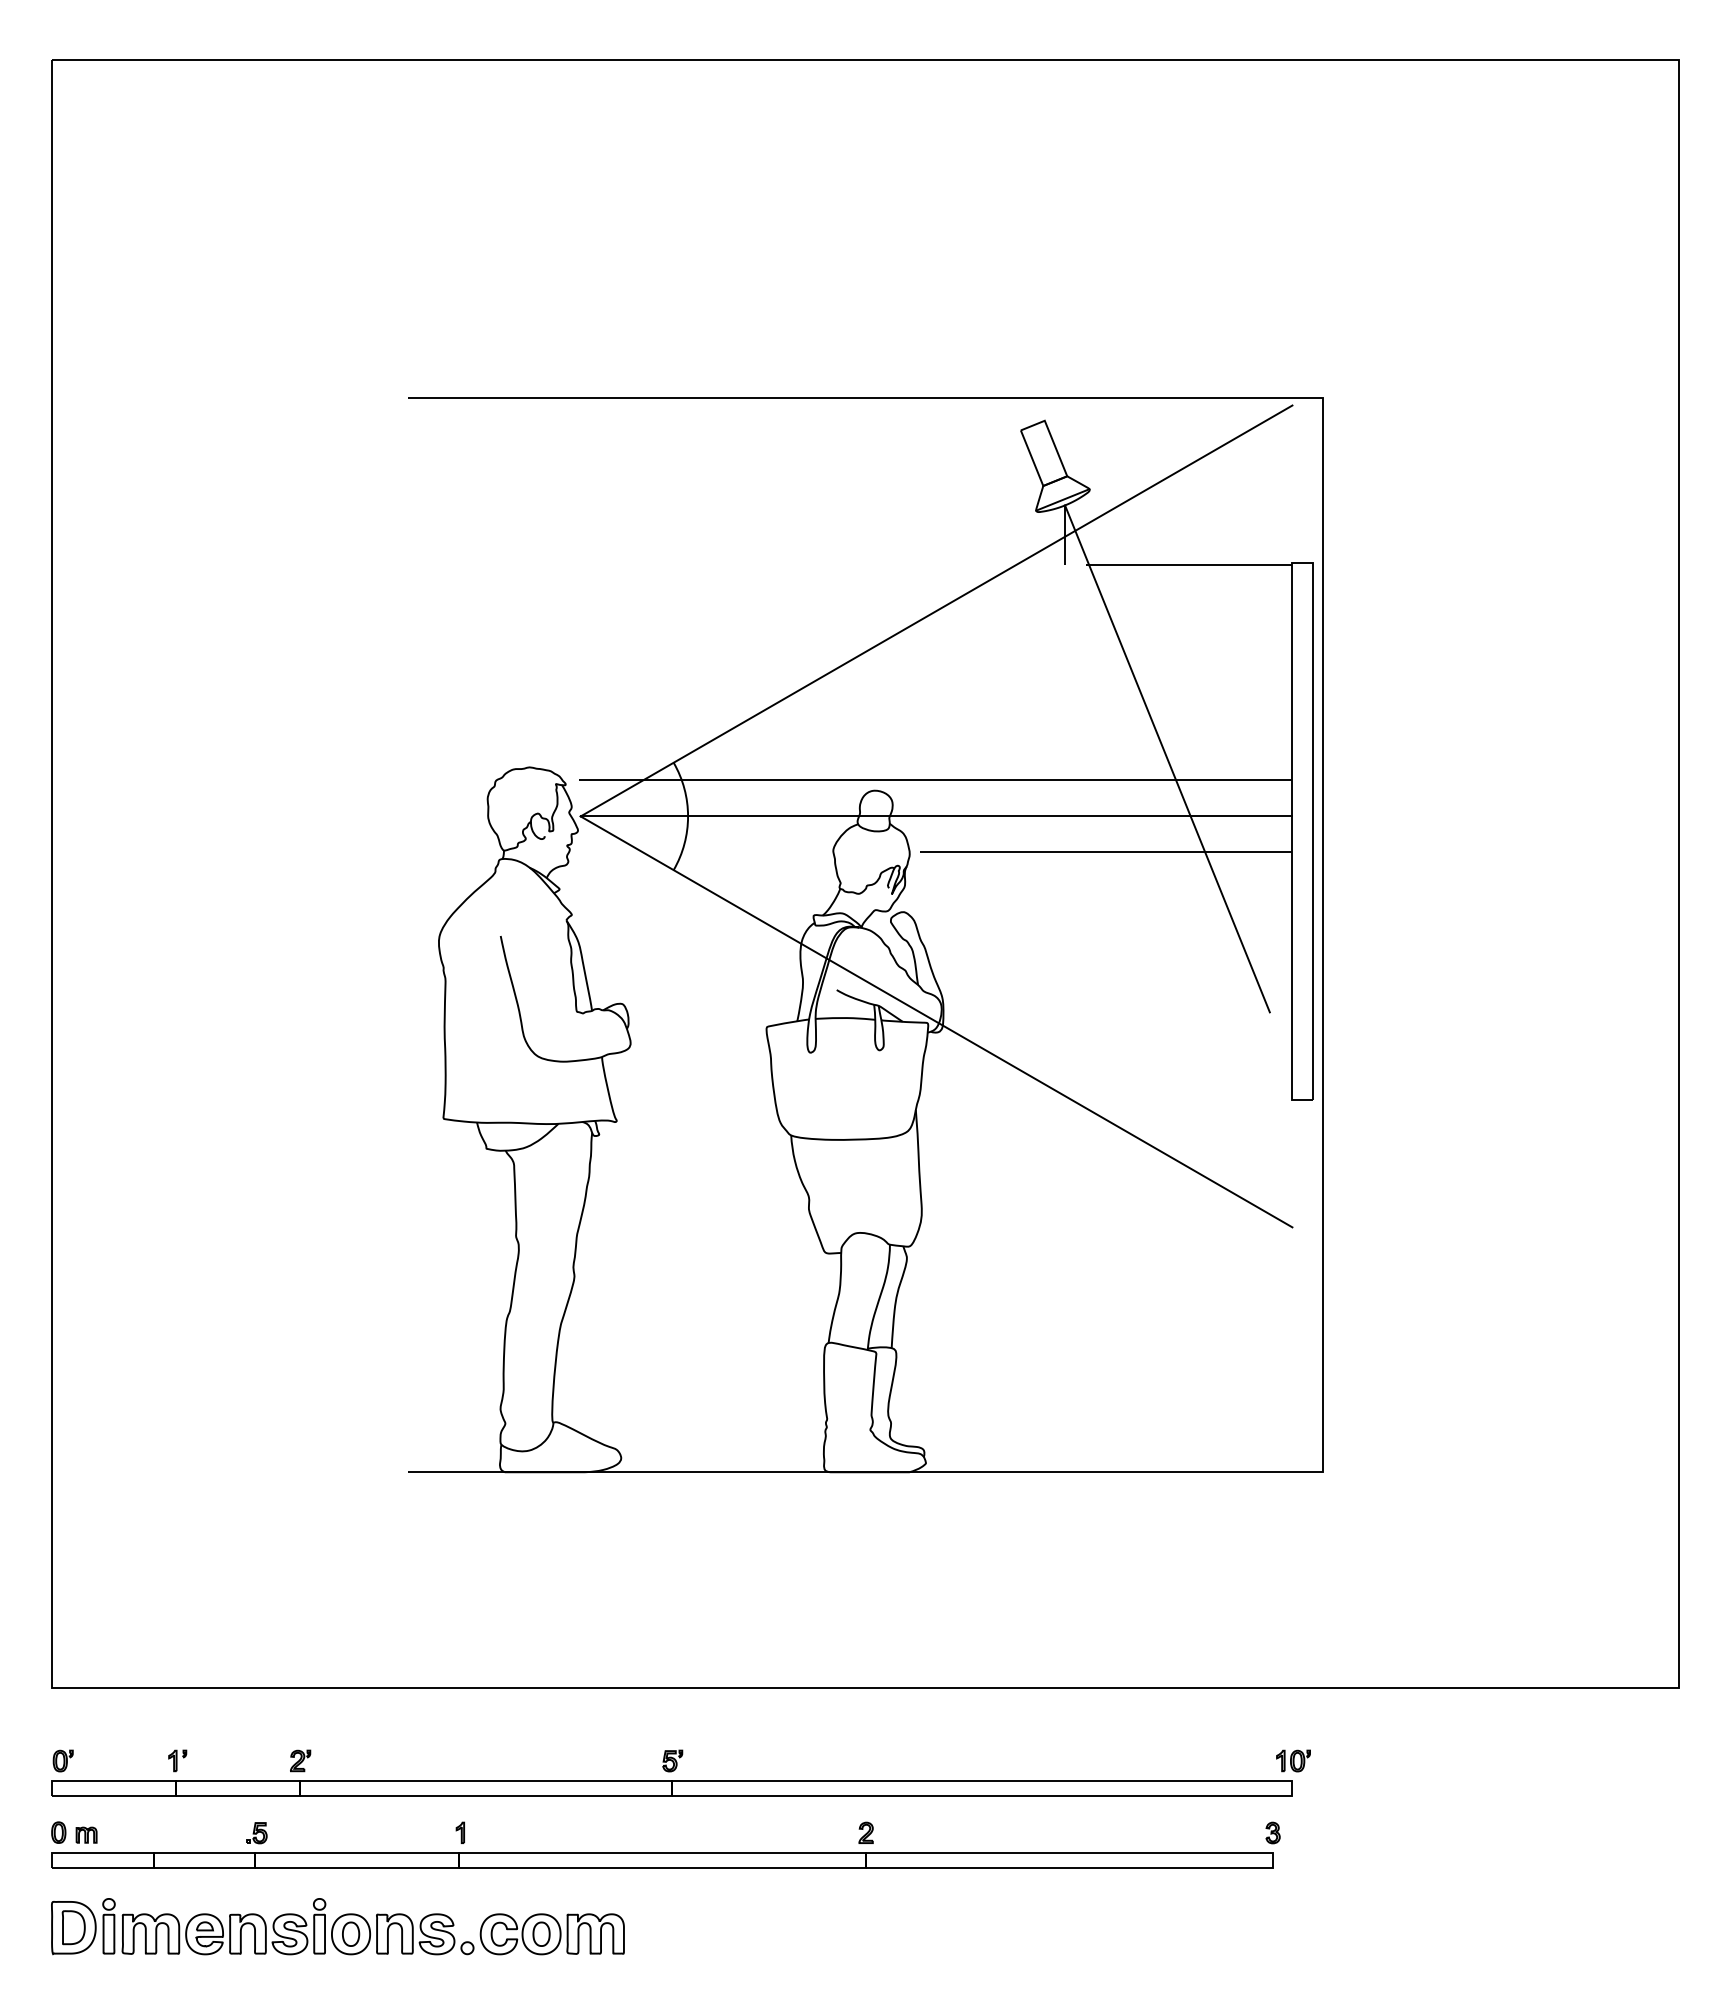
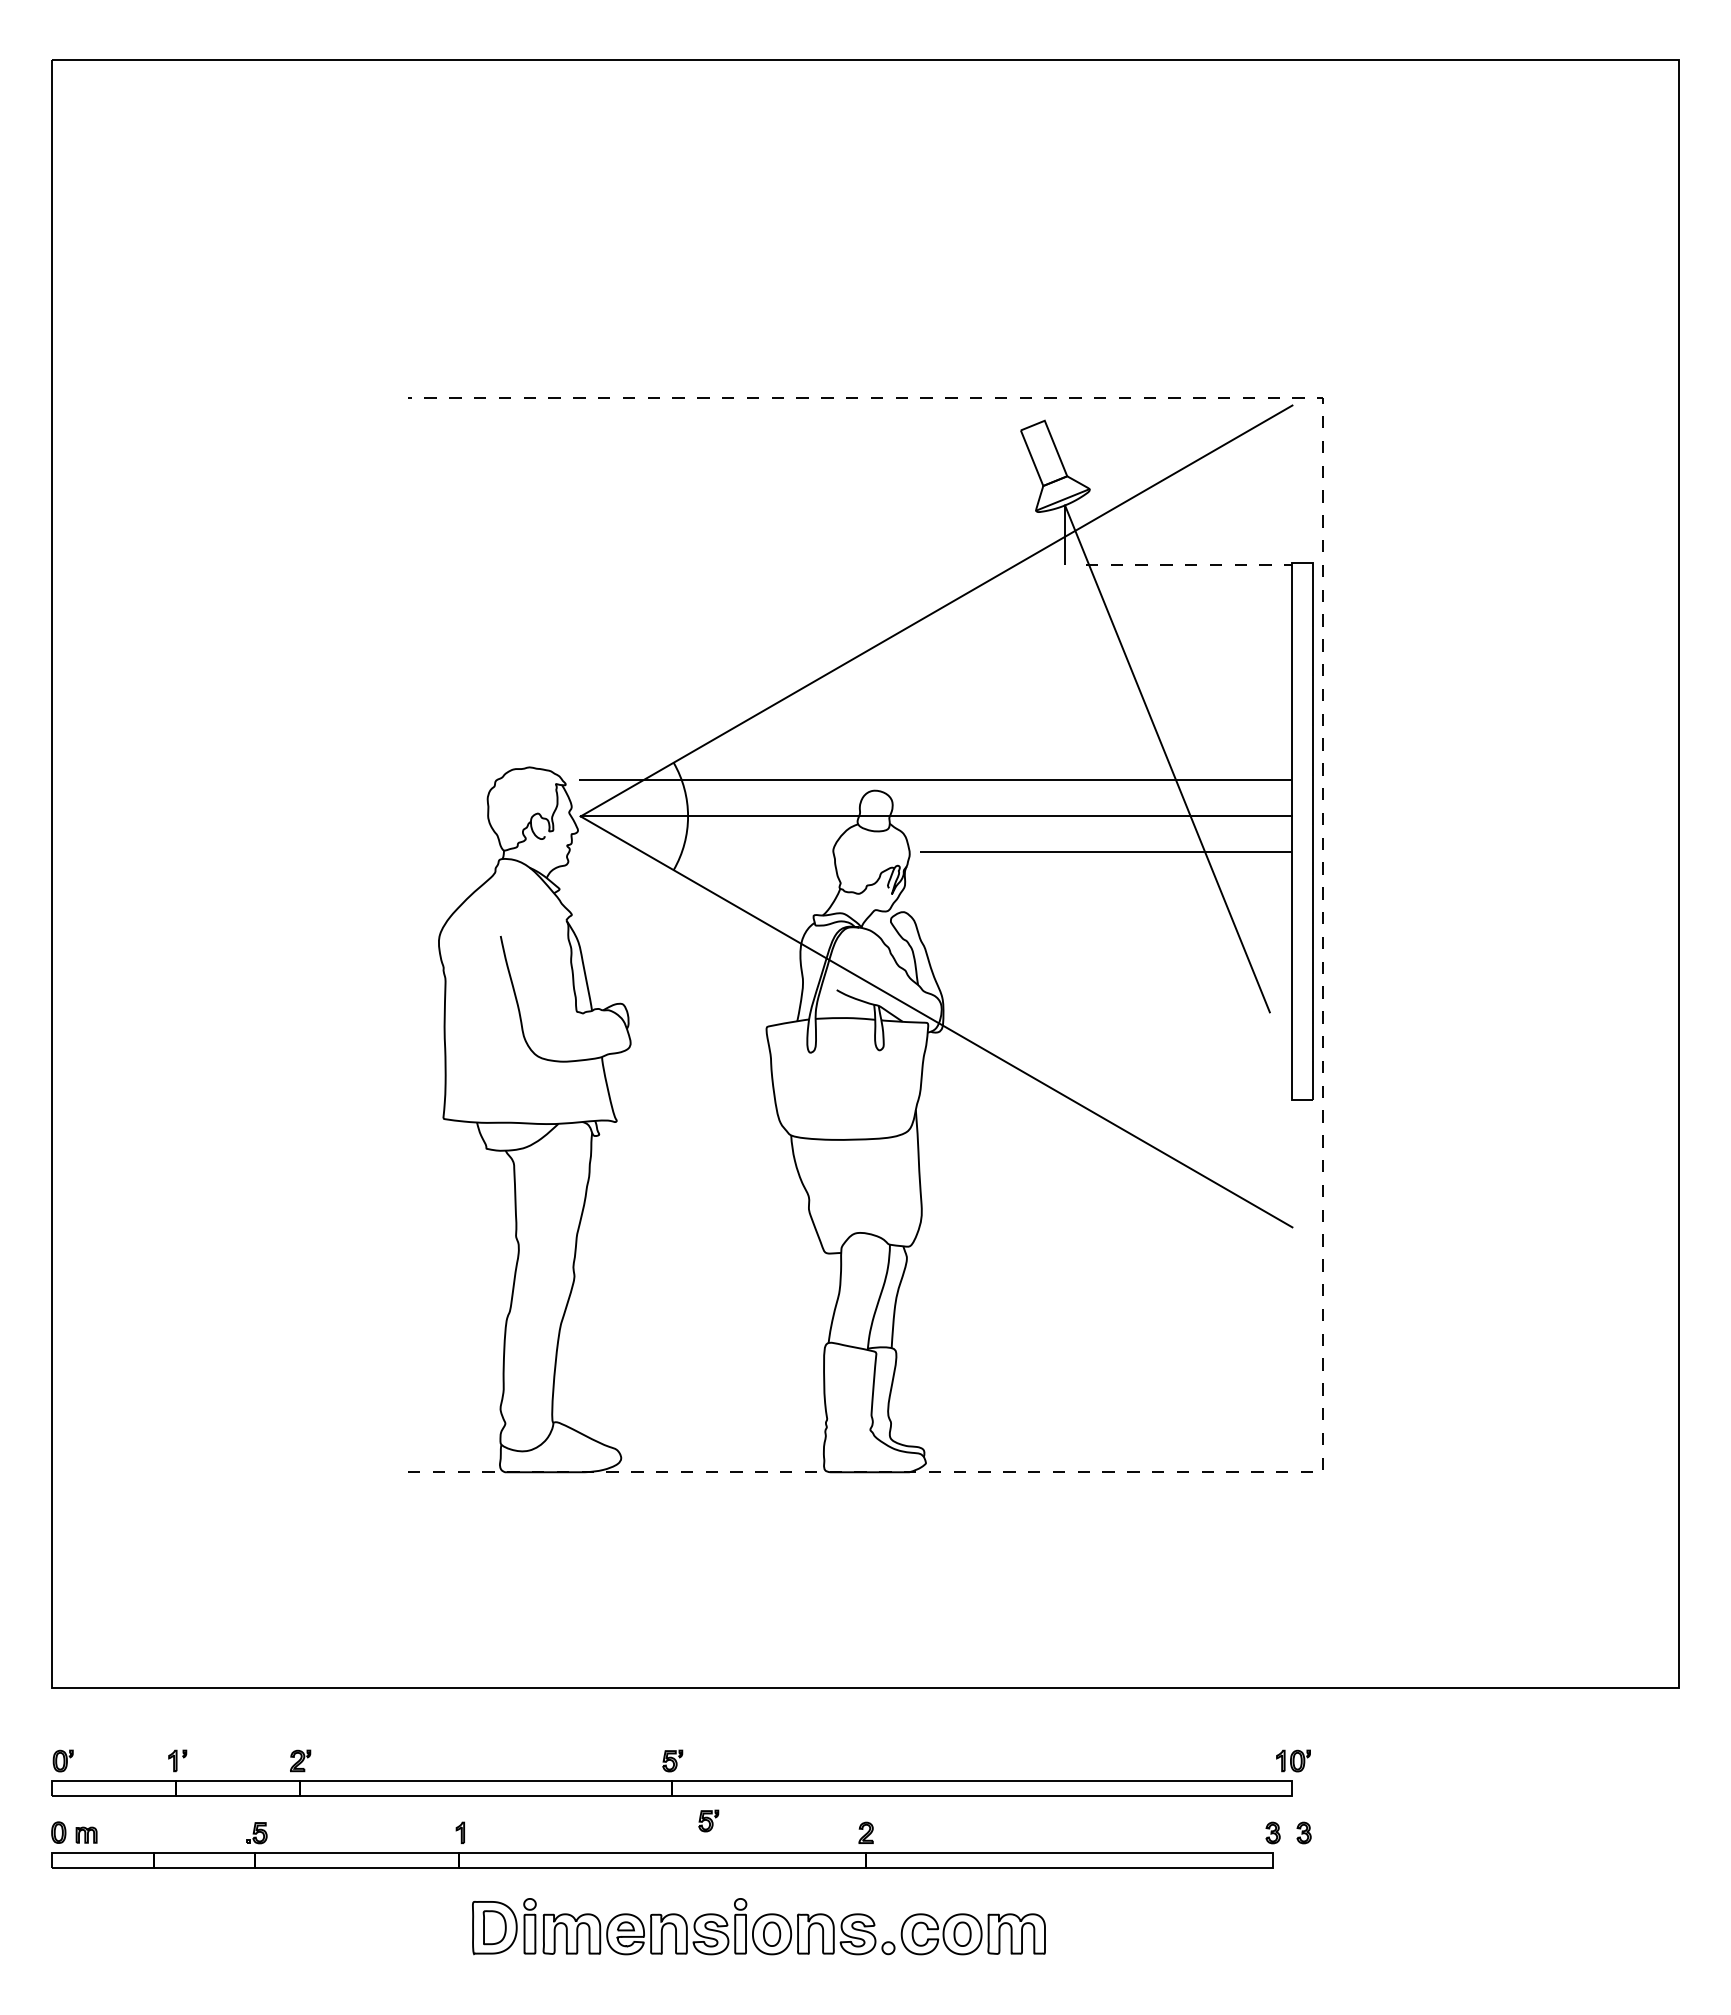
line at (1189, 564): solid -> dashed
line at (1323, 934): solid -> dashed
part at (708, 1820): none -> present
part at (1303, 1832): none -> present
part at (337, 1926) position: (337, 1926) -> (758, 1926)
